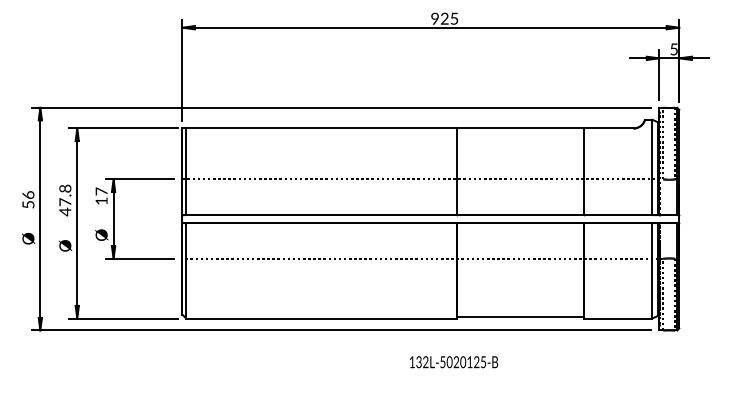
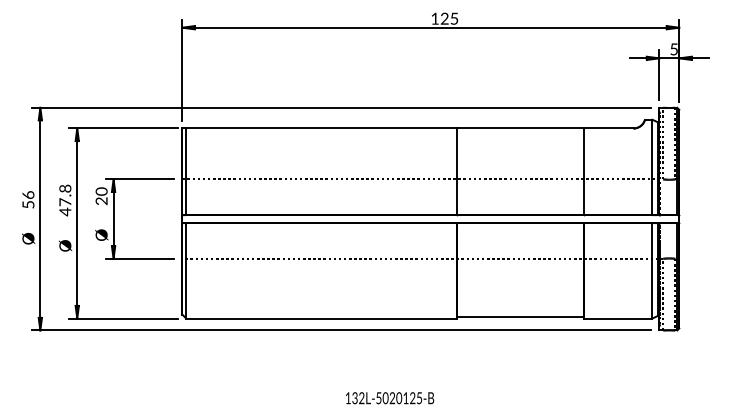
text at (434, 18): 925 -> 125
text at (101, 196): 17 -> 20
text at (454, 362) position: (454, 362) -> (390, 398)
